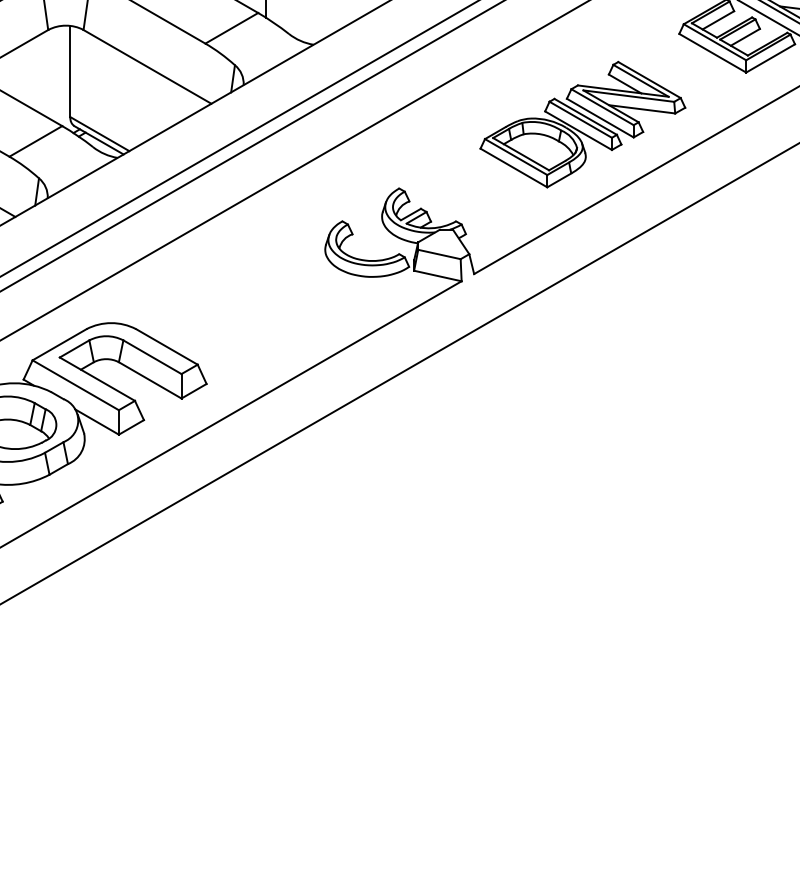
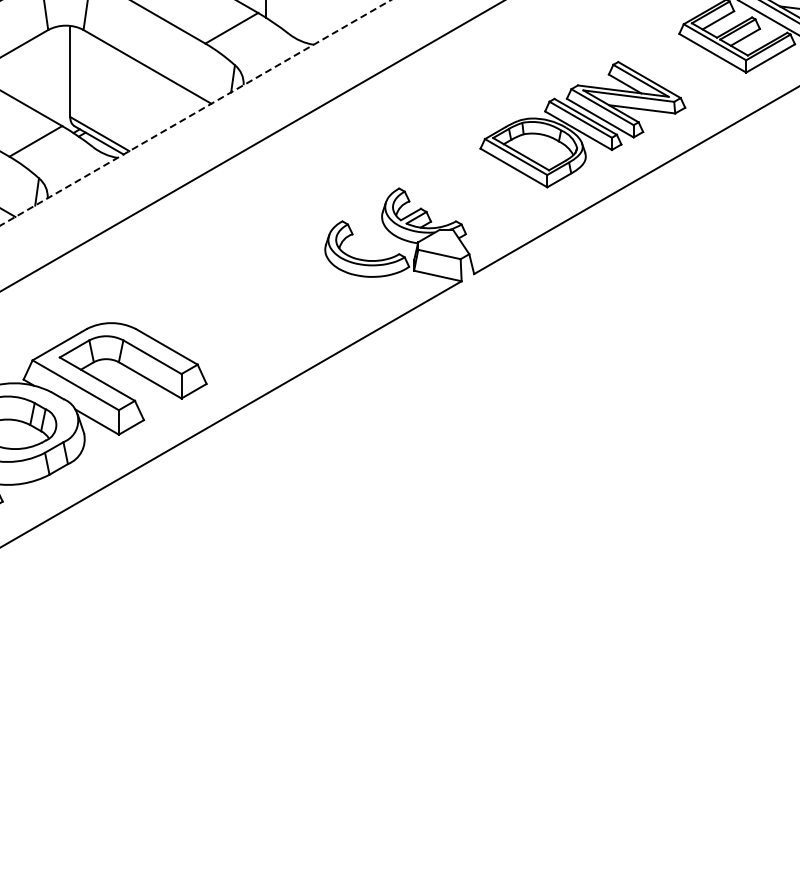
line at (195, 112): solid -> dashed
line at (238, 138): present -> none
line at (294, 170): present -> none
line at (399, 374): present -> none
